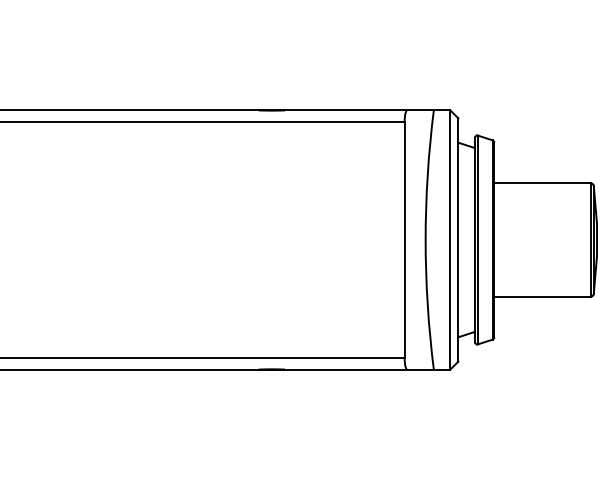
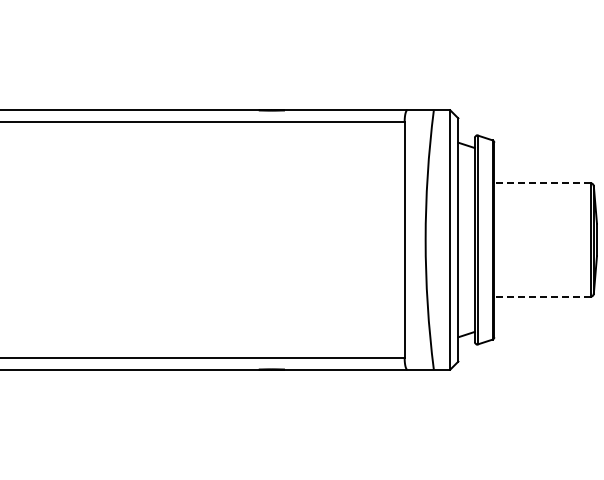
line at (541, 183): solid -> dashed
line at (541, 296): solid -> dashed
